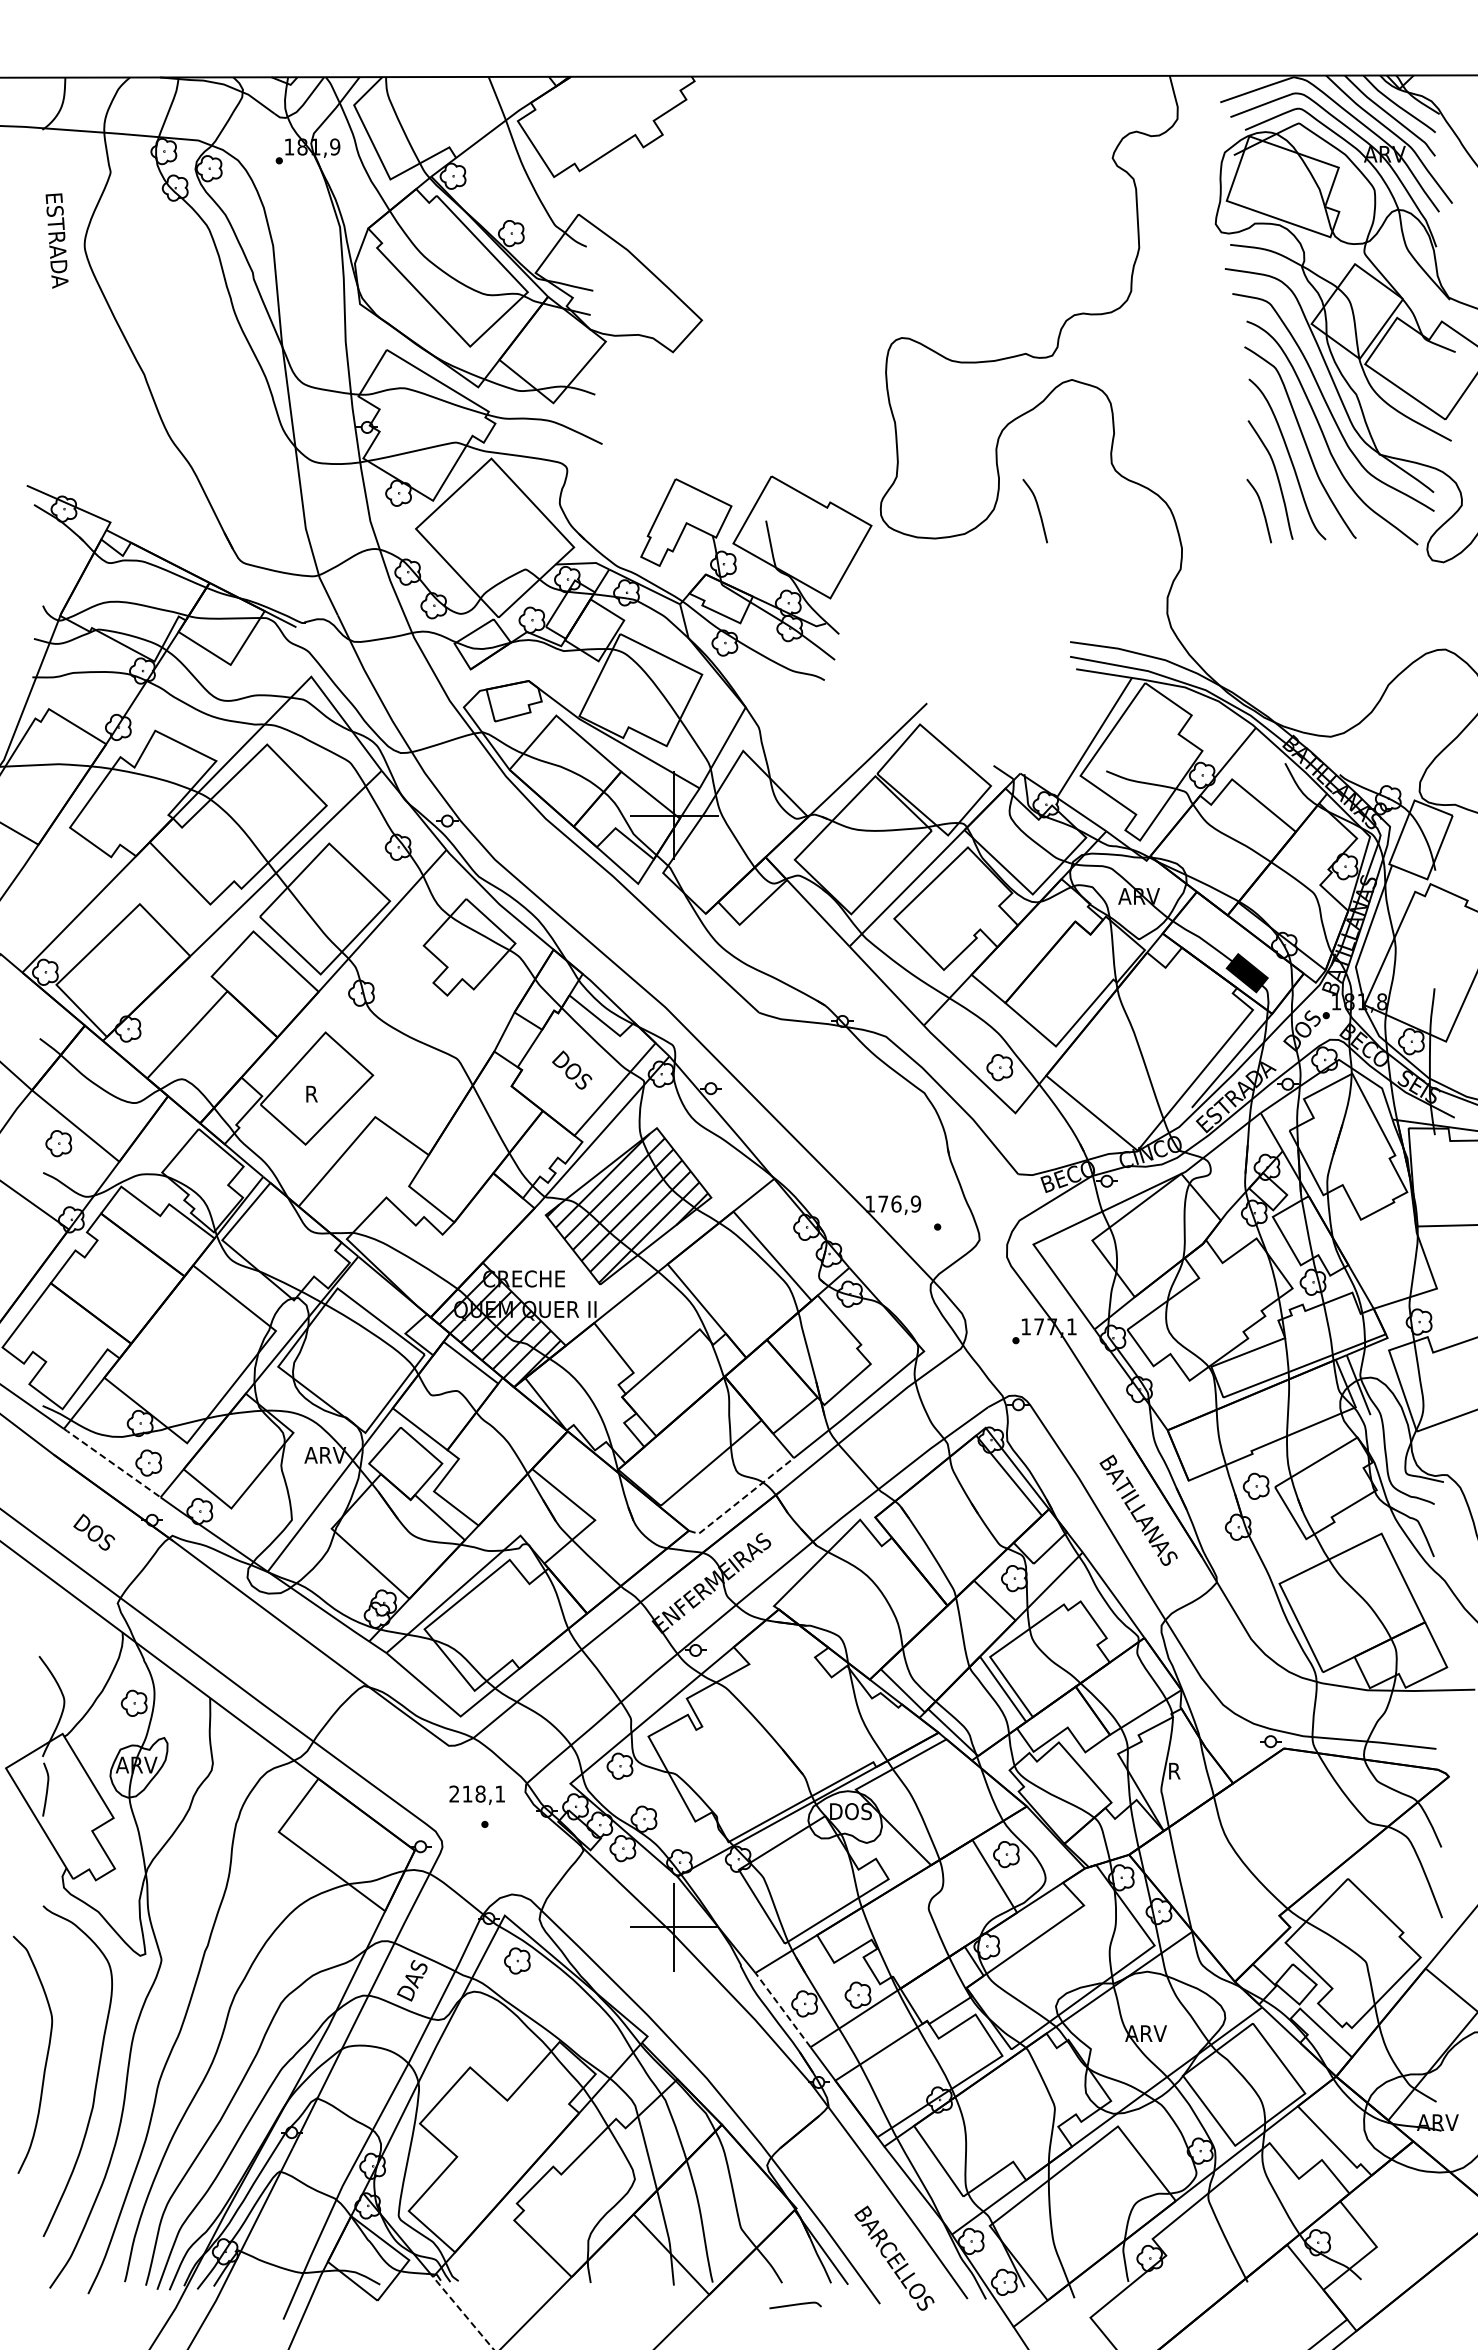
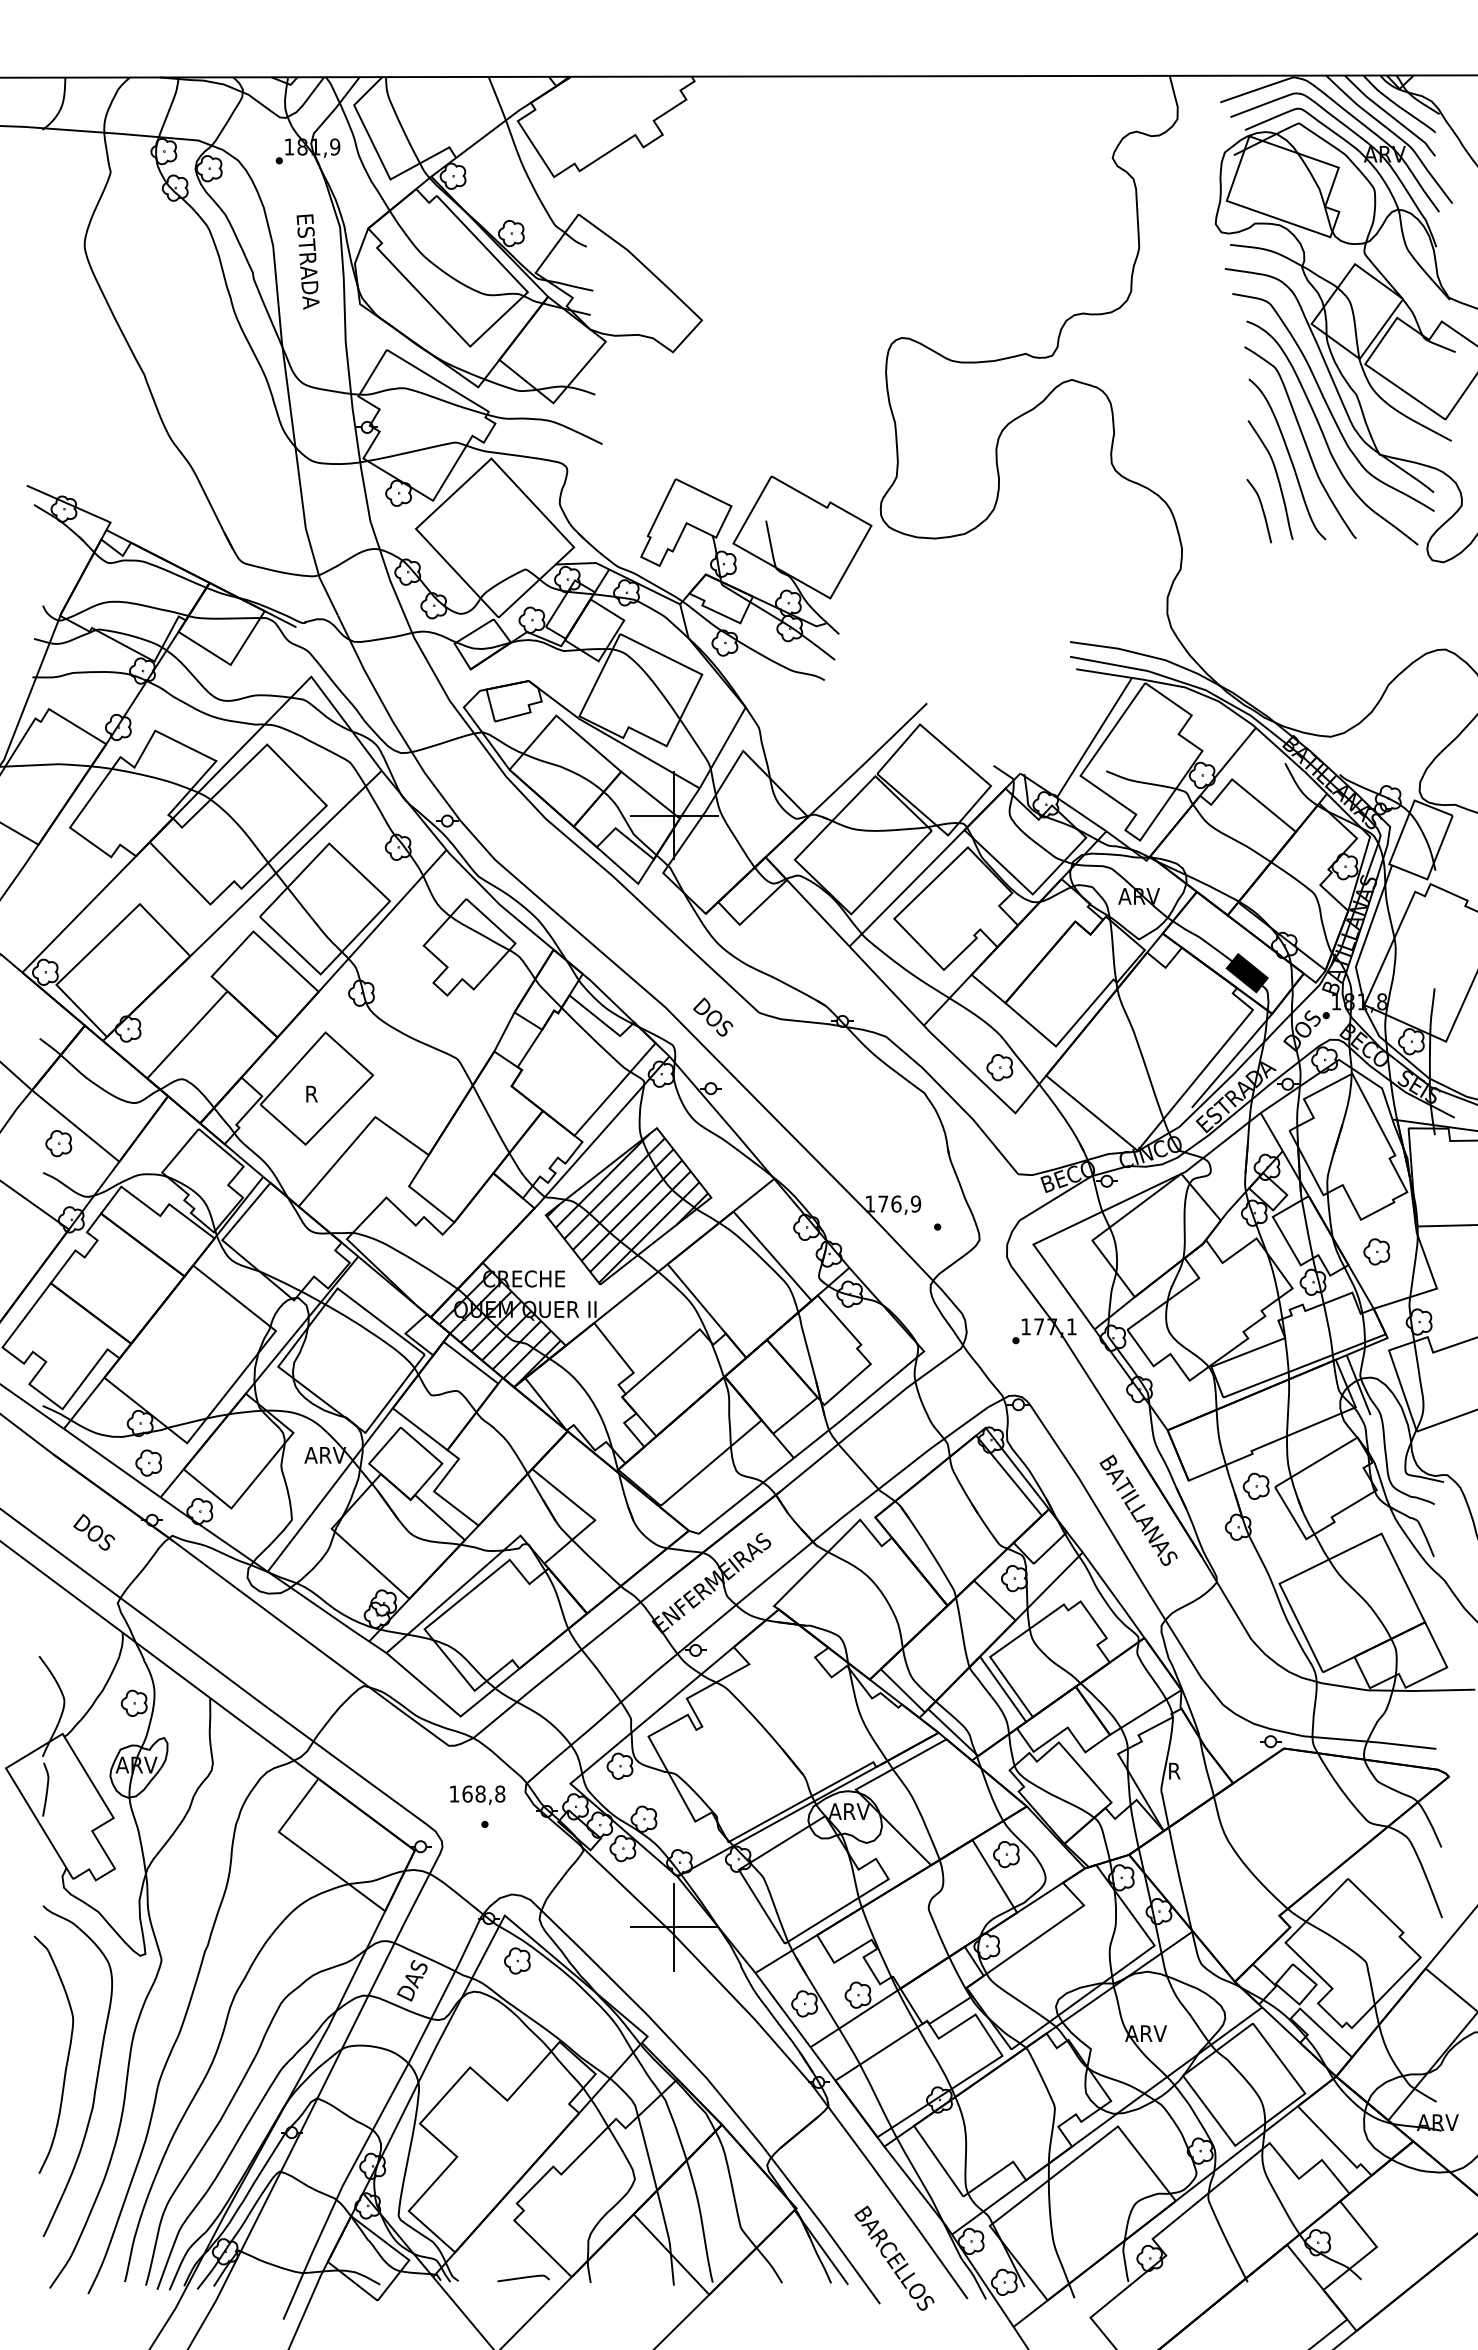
text at (56, 240) position: (56, 240) -> (307, 261)
curve at (1037, 509): present -> none
text at (572, 1069) position: (572, 1069) -> (713, 1016)
part at (1376, 1251): none -> present
line at (111, 1462): dashed -> solid
line at (741, 1499): dashed -> solid
text at (477, 1793): 218,1 -> 168,8
text at (850, 1811): DOS -> ARV
line at (782, 2009): dashed -> solid
curve at (45, 2059) position: (45, 2059) -> (66, 2059)
curve at (795, 2305) position: (795, 2305) -> (523, 2278)
line at (463, 2312): dashed -> solid
